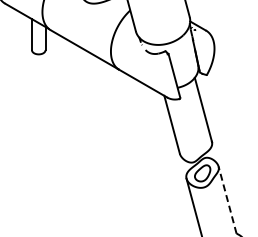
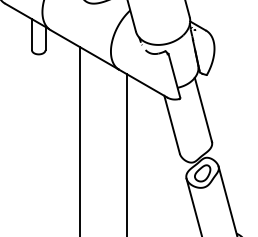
line at (80, 140): none -> present
line at (126, 153): none -> present
line at (227, 201): dashed -> solid
